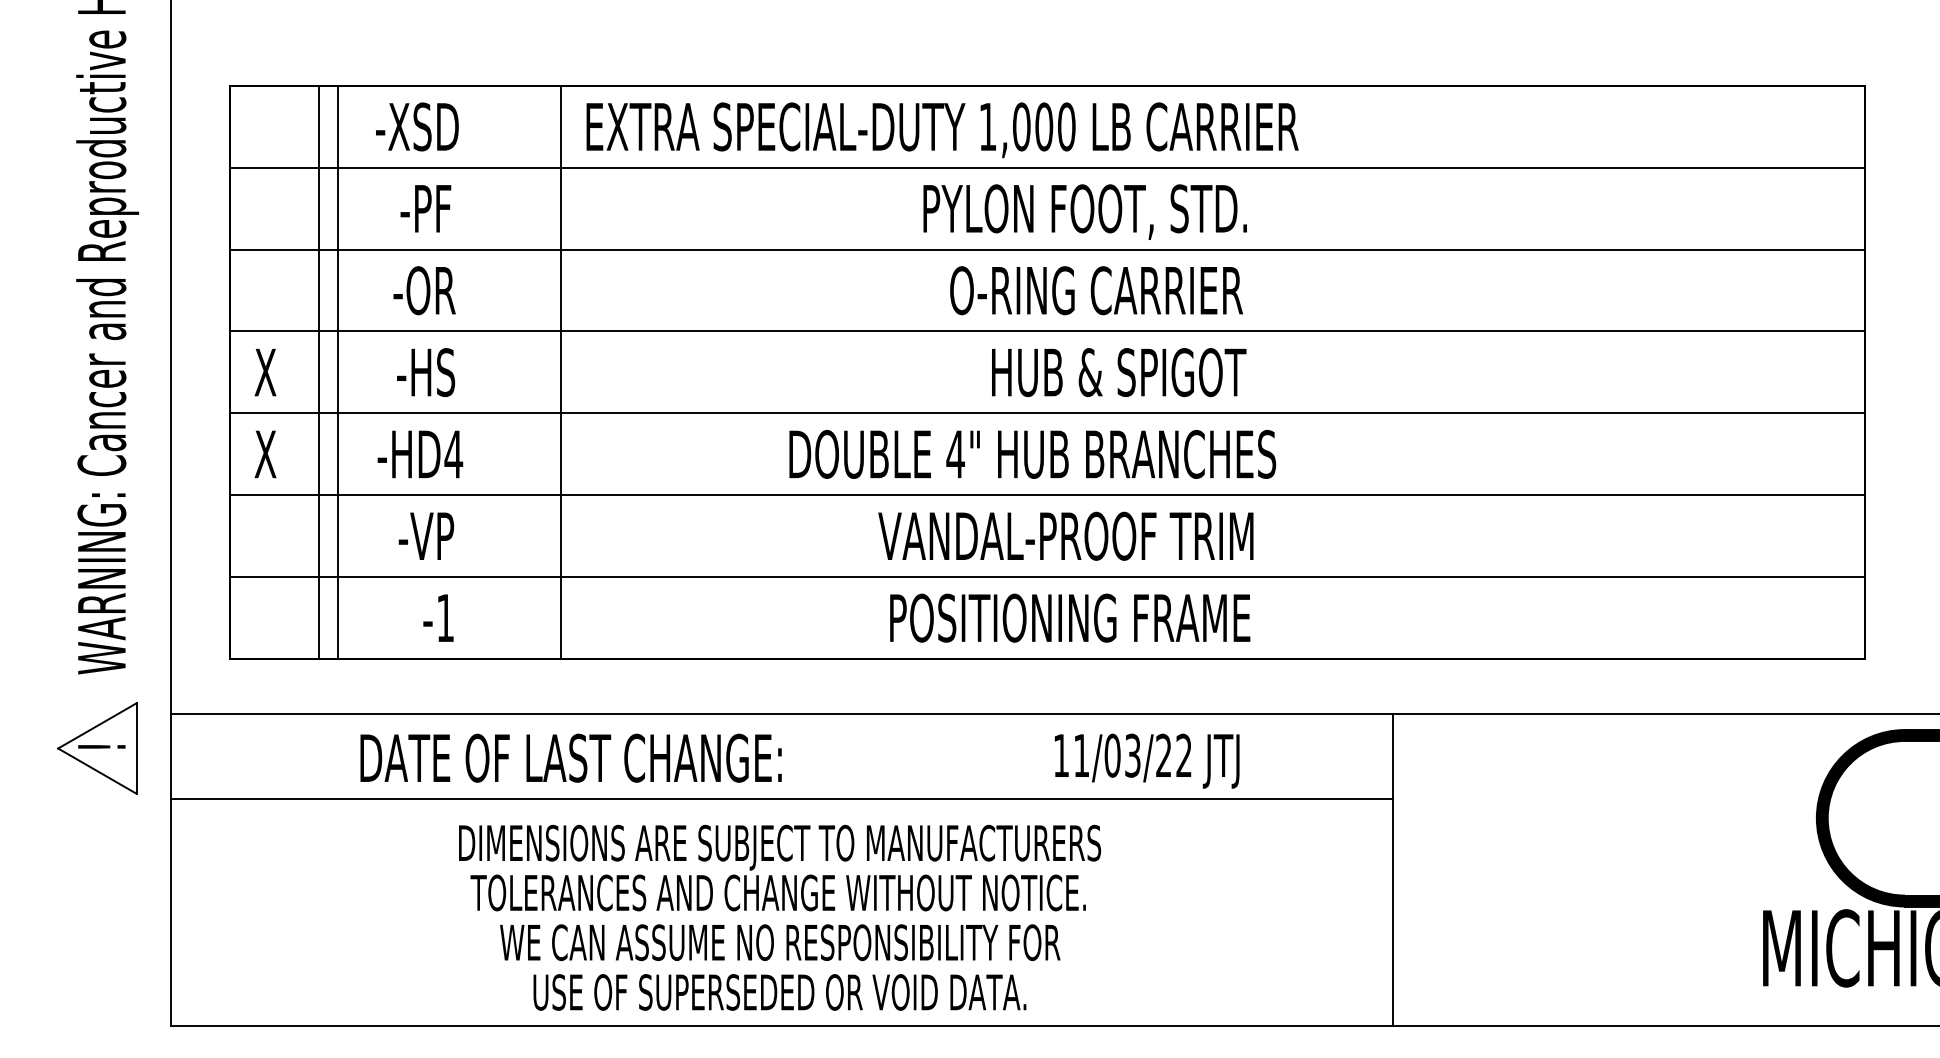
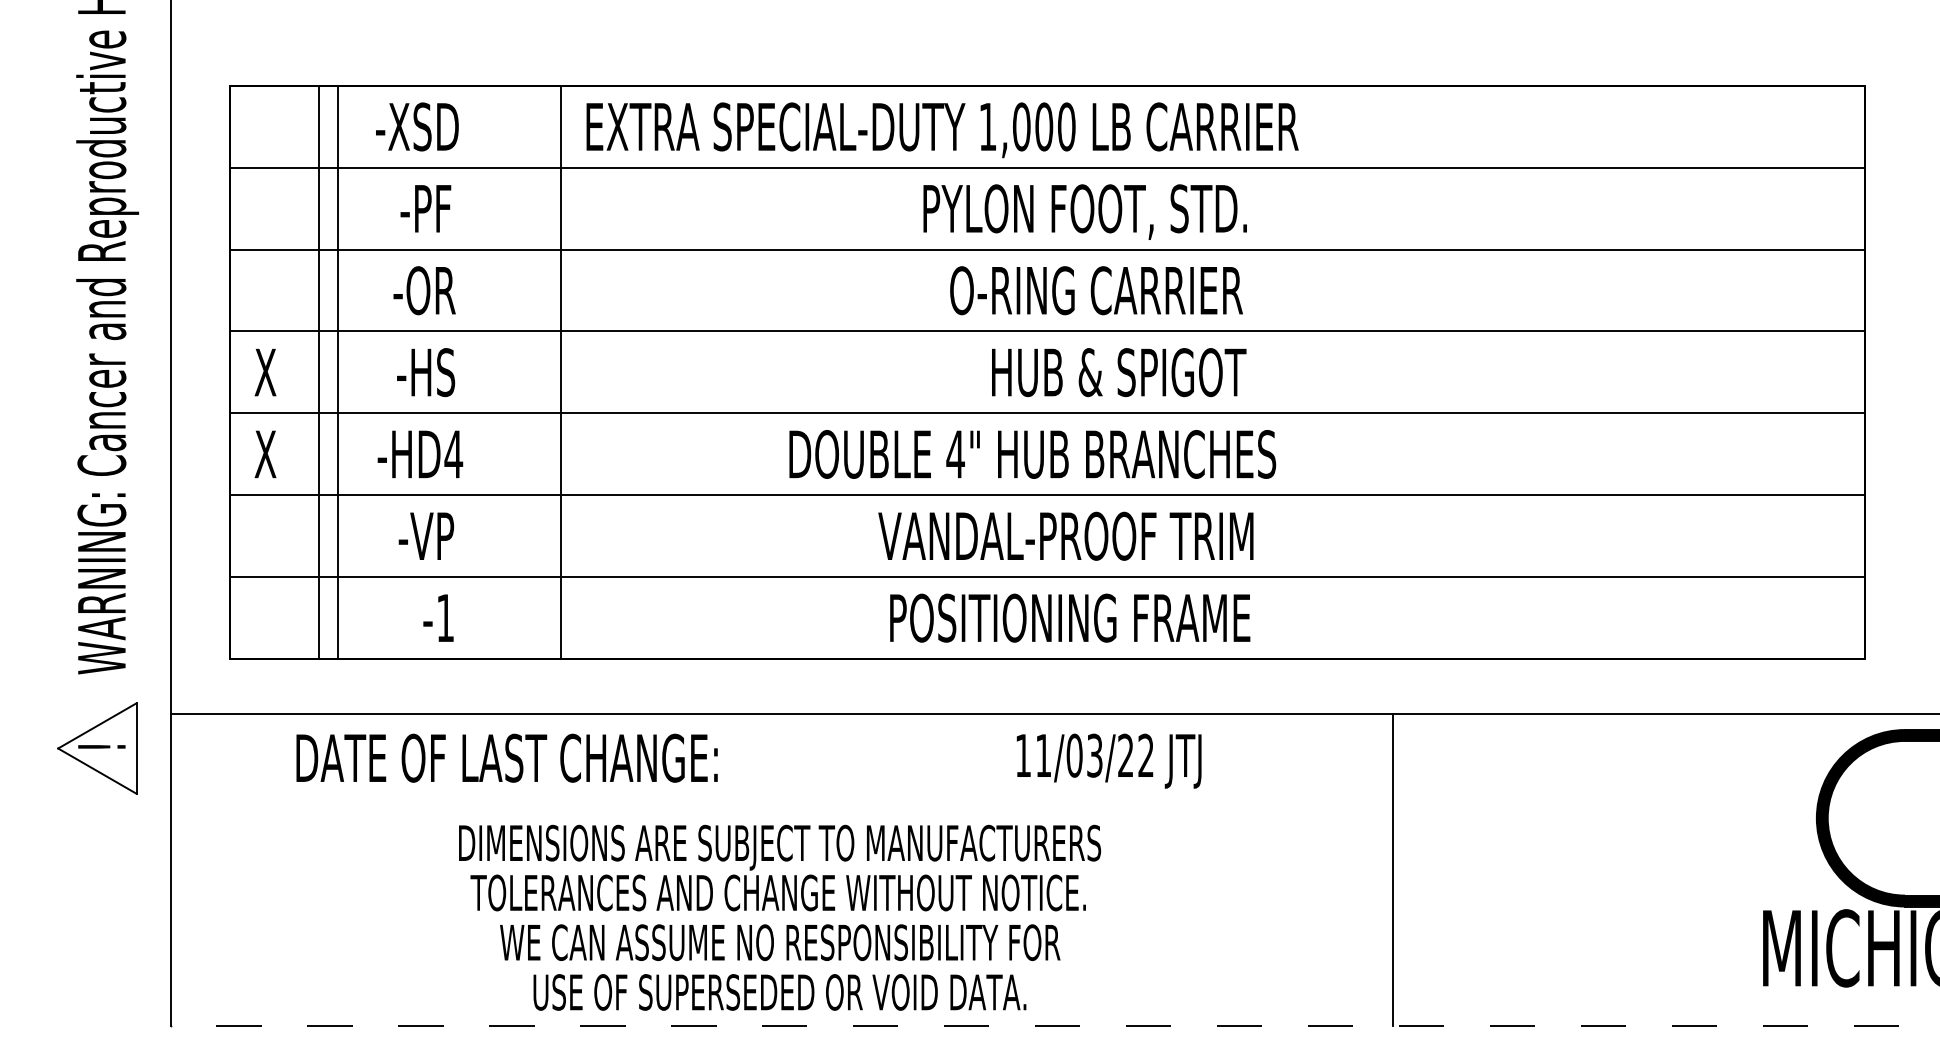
text at (570, 757) position: (570, 757) -> (506, 757)
text at (1146, 760) position: (1146, 760) -> (1108, 760)
line at (781, 798): present -> none
line at (1054, 1026): solid -> dashed
